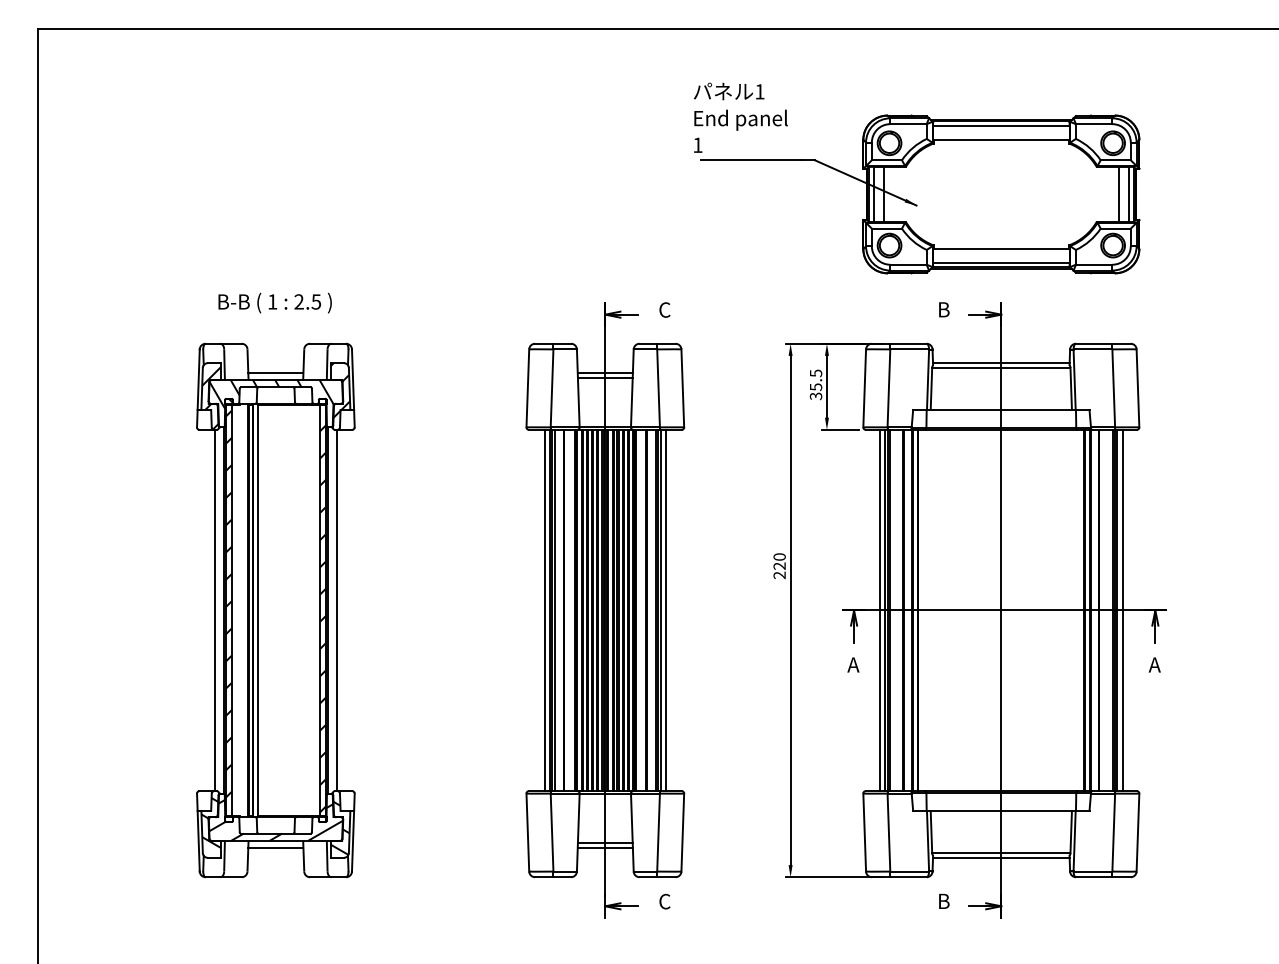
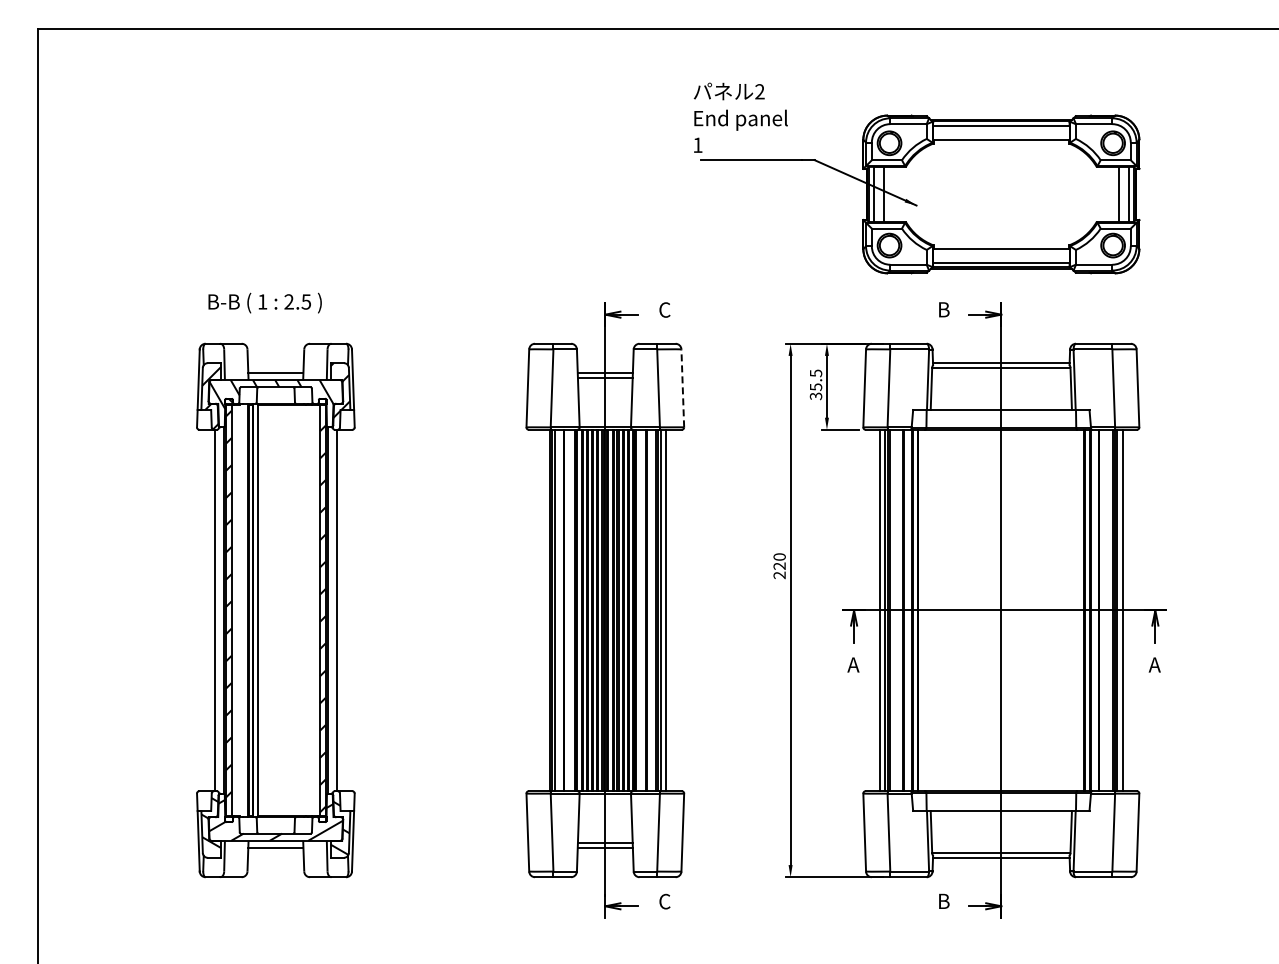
text at (759, 91): 1 -> 2
text at (274, 302) position: (274, 302) -> (264, 302)
line at (682, 388): solid -> dashed
line at (544, 610): present -> none
